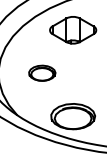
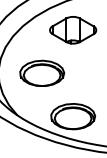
part at (42, 72) size: 29x18 px -> 47x28 px
